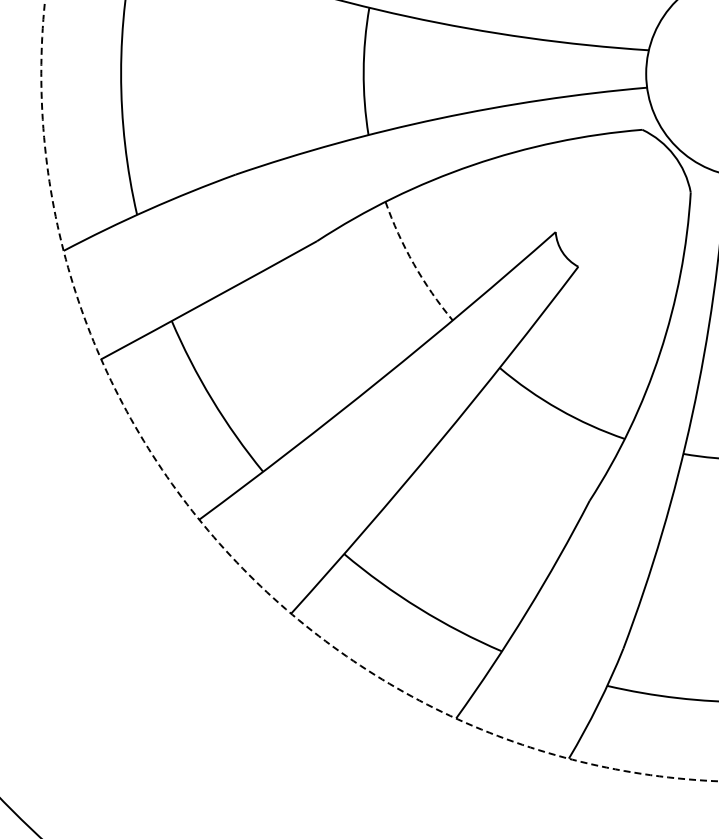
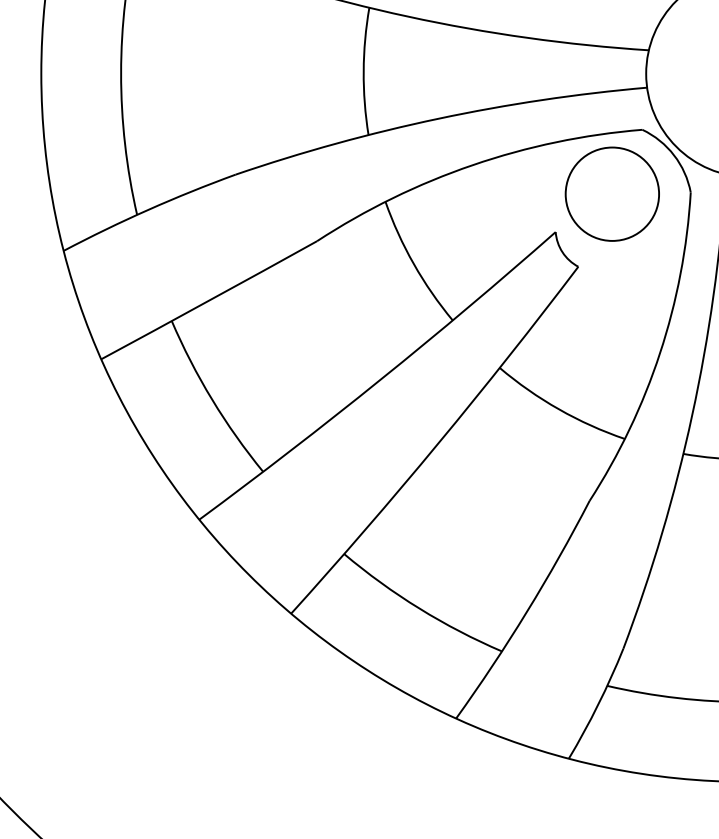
circle at (611, 193): none -> present
arc at (413, 264): dashed -> solid
circle at (379, 390): dashed -> solid
